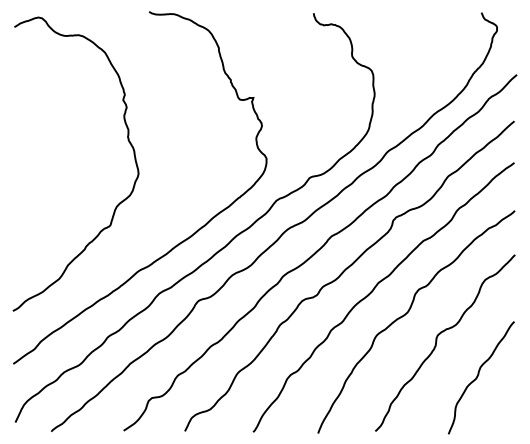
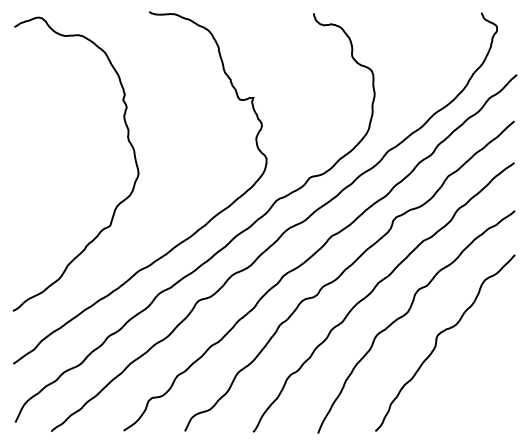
curve at (478, 376): present -> none
